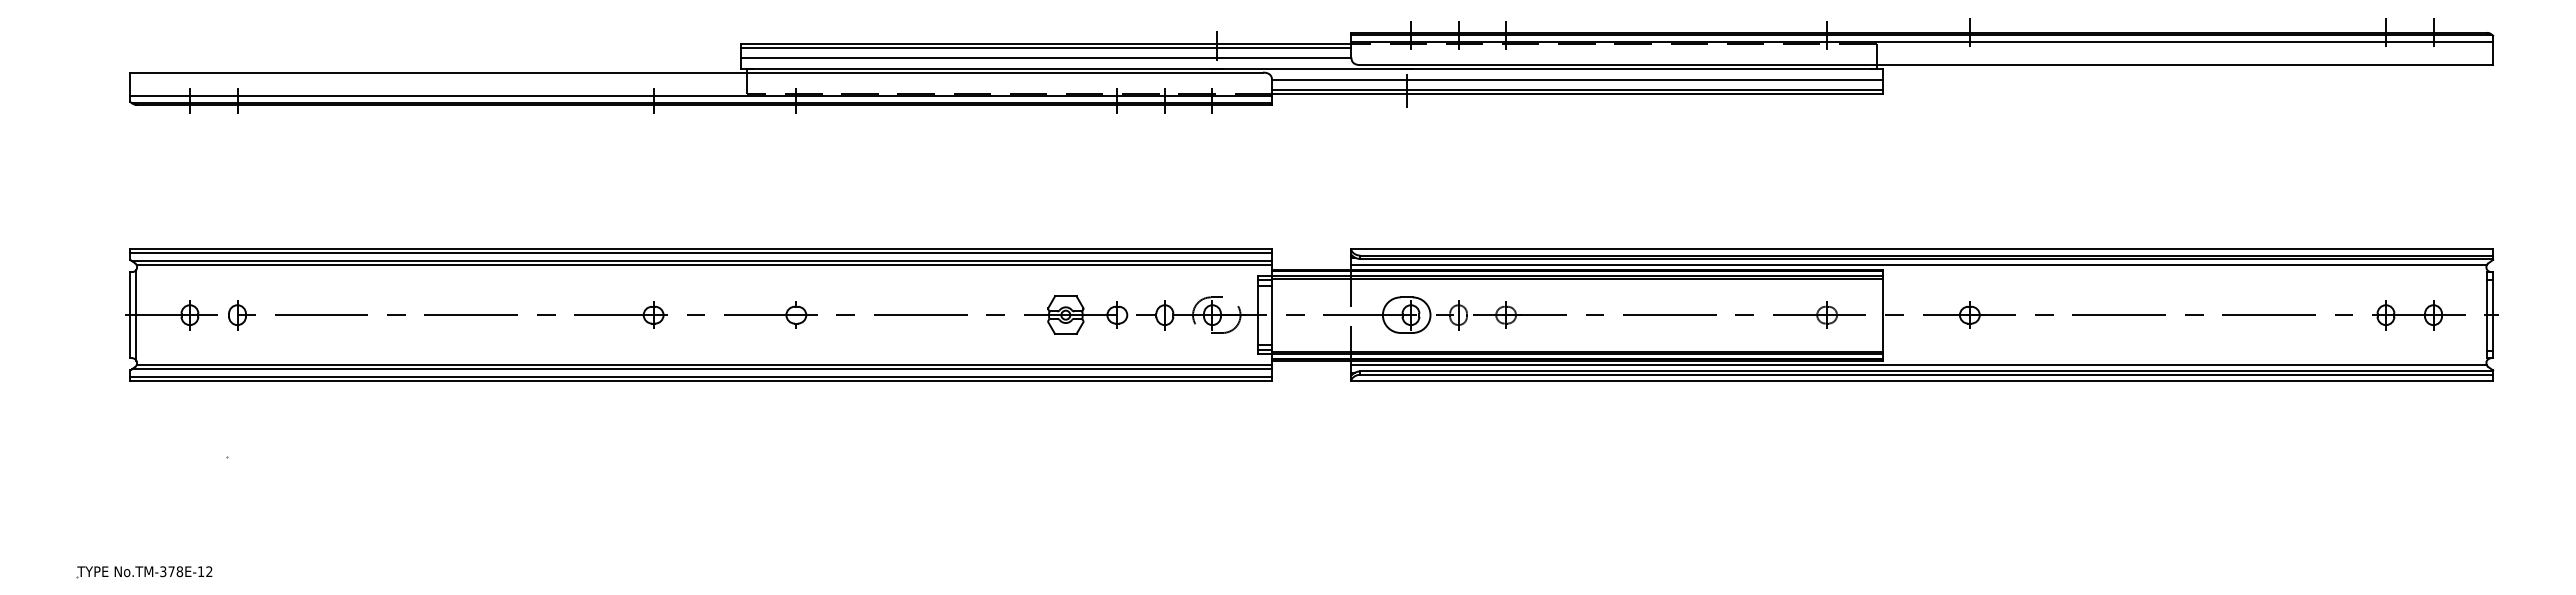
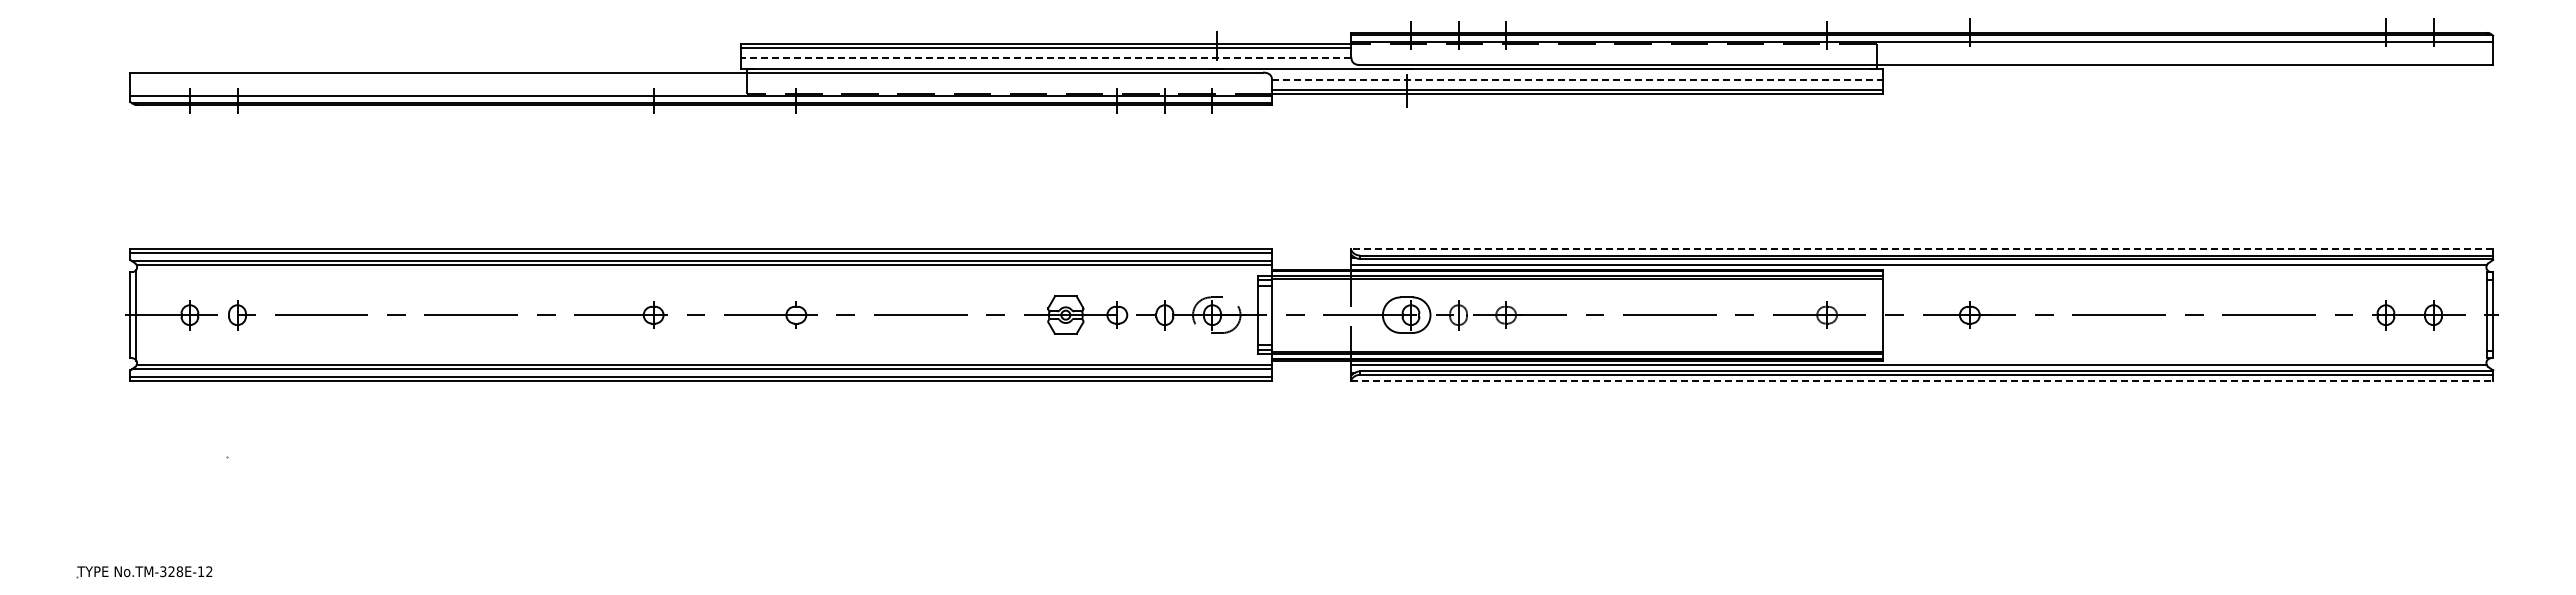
line at (1045, 58): solid -> dashed
line at (1577, 79): solid -> dashed
line at (1922, 249): solid -> dashed
line at (1922, 381): solid -> dashed
text at (171, 571): No.TM-378E-12 -> No.TM-328E-12
